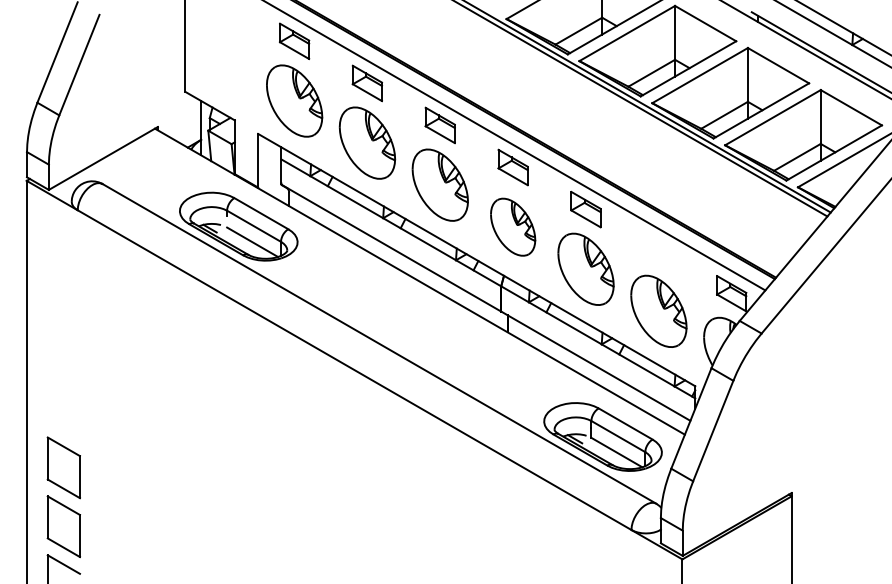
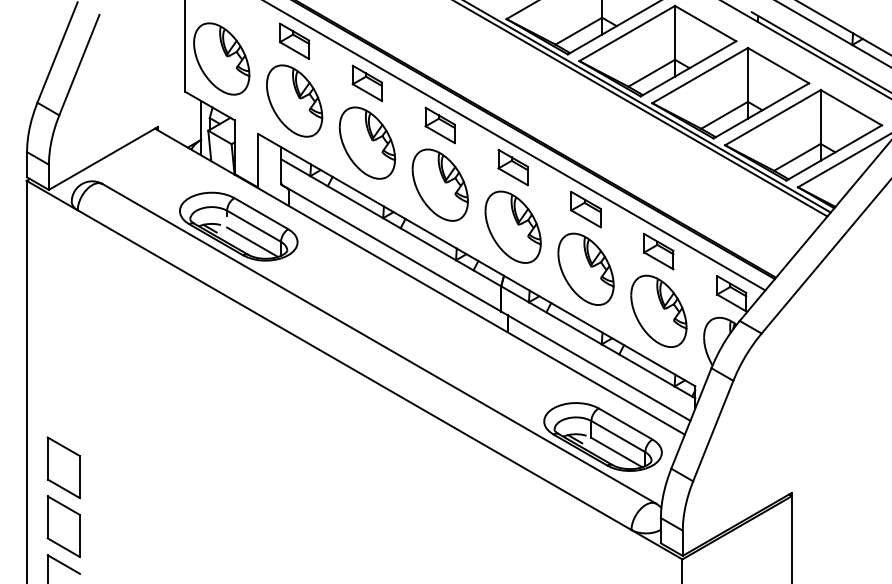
part at (221, 58): none -> present
part at (513, 226) size: 47x60 px -> 58x74 px
part at (658, 251): none -> present
